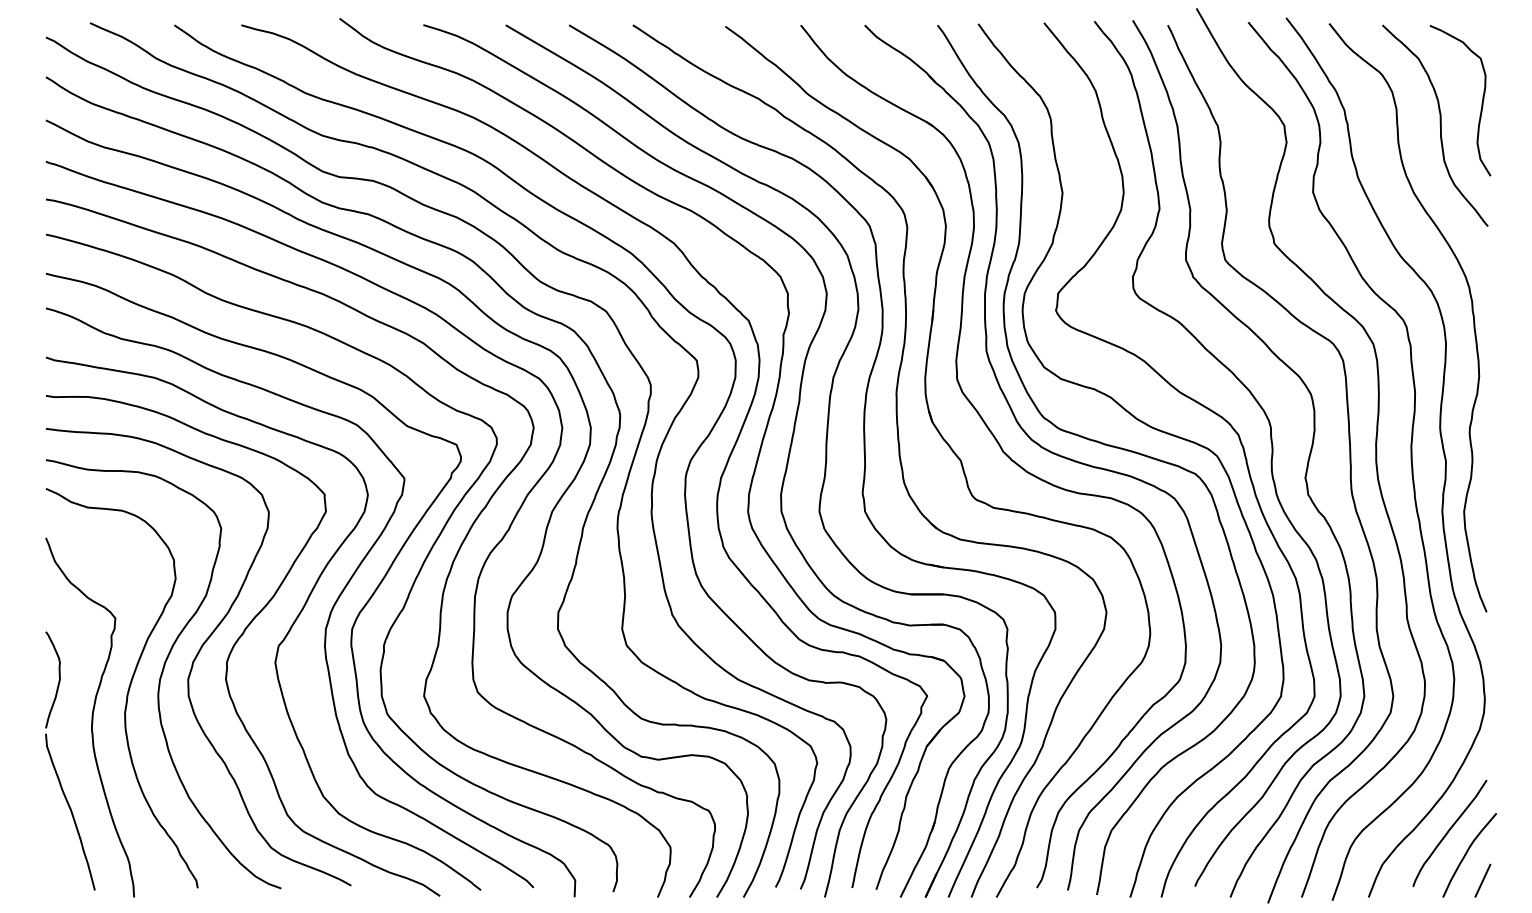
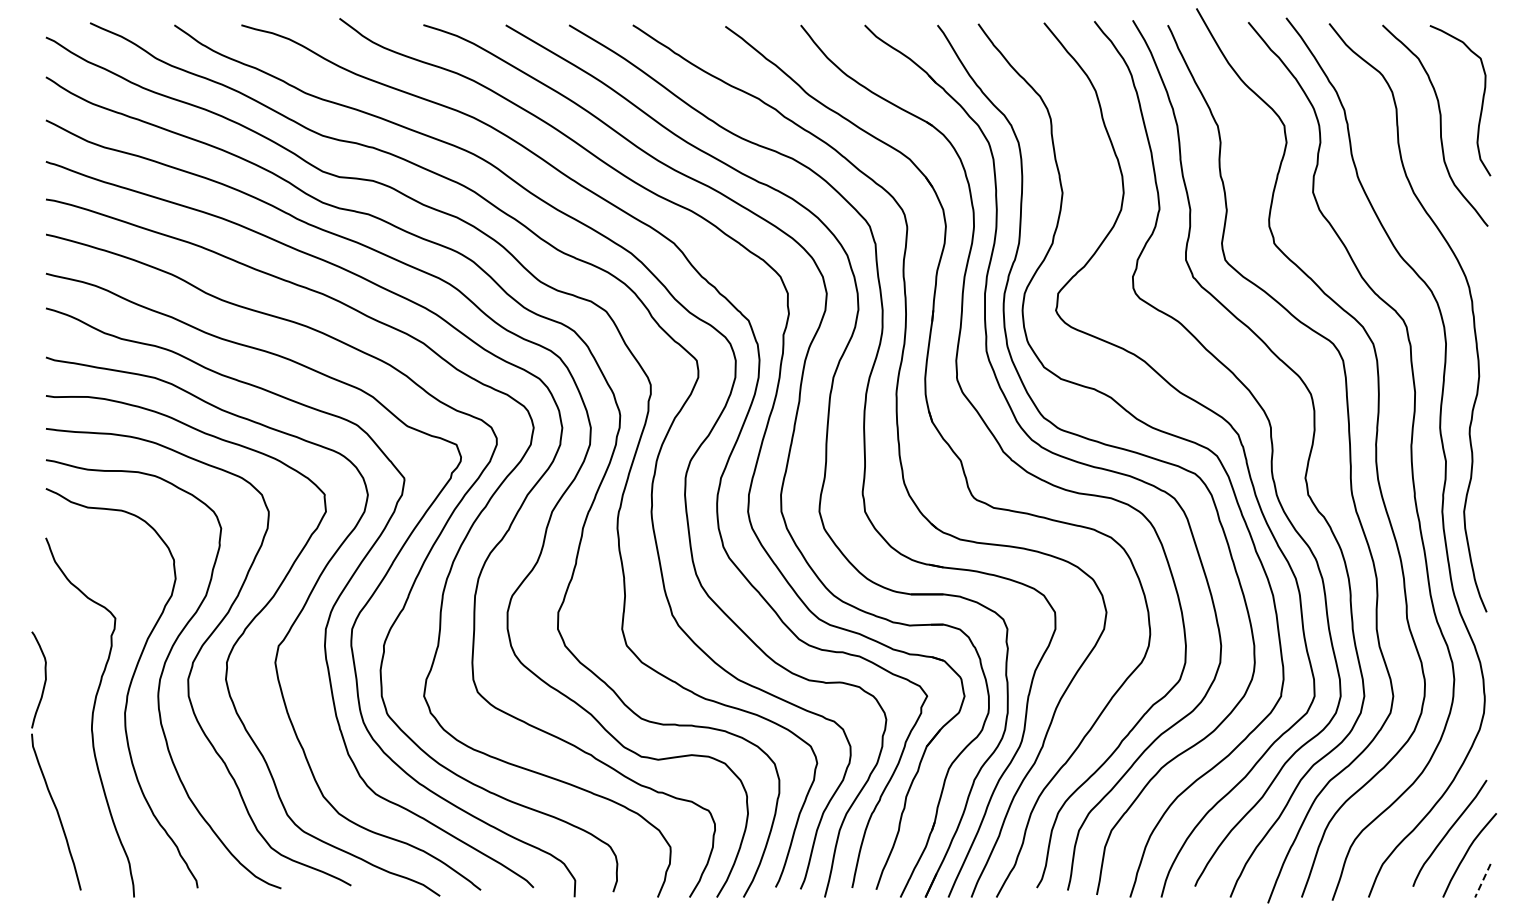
part at (54, 764) position: (54, 764) -> (40, 764)
line at (1482, 881): solid -> dashed
